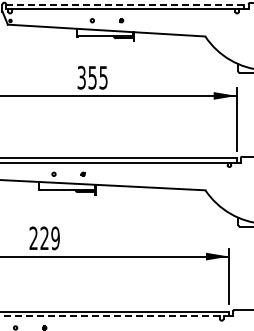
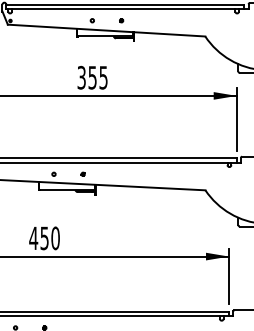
line at (125, 4): dashed -> solid
text at (44, 238): 229 -> 450
line at (115, 316): dashed -> solid
